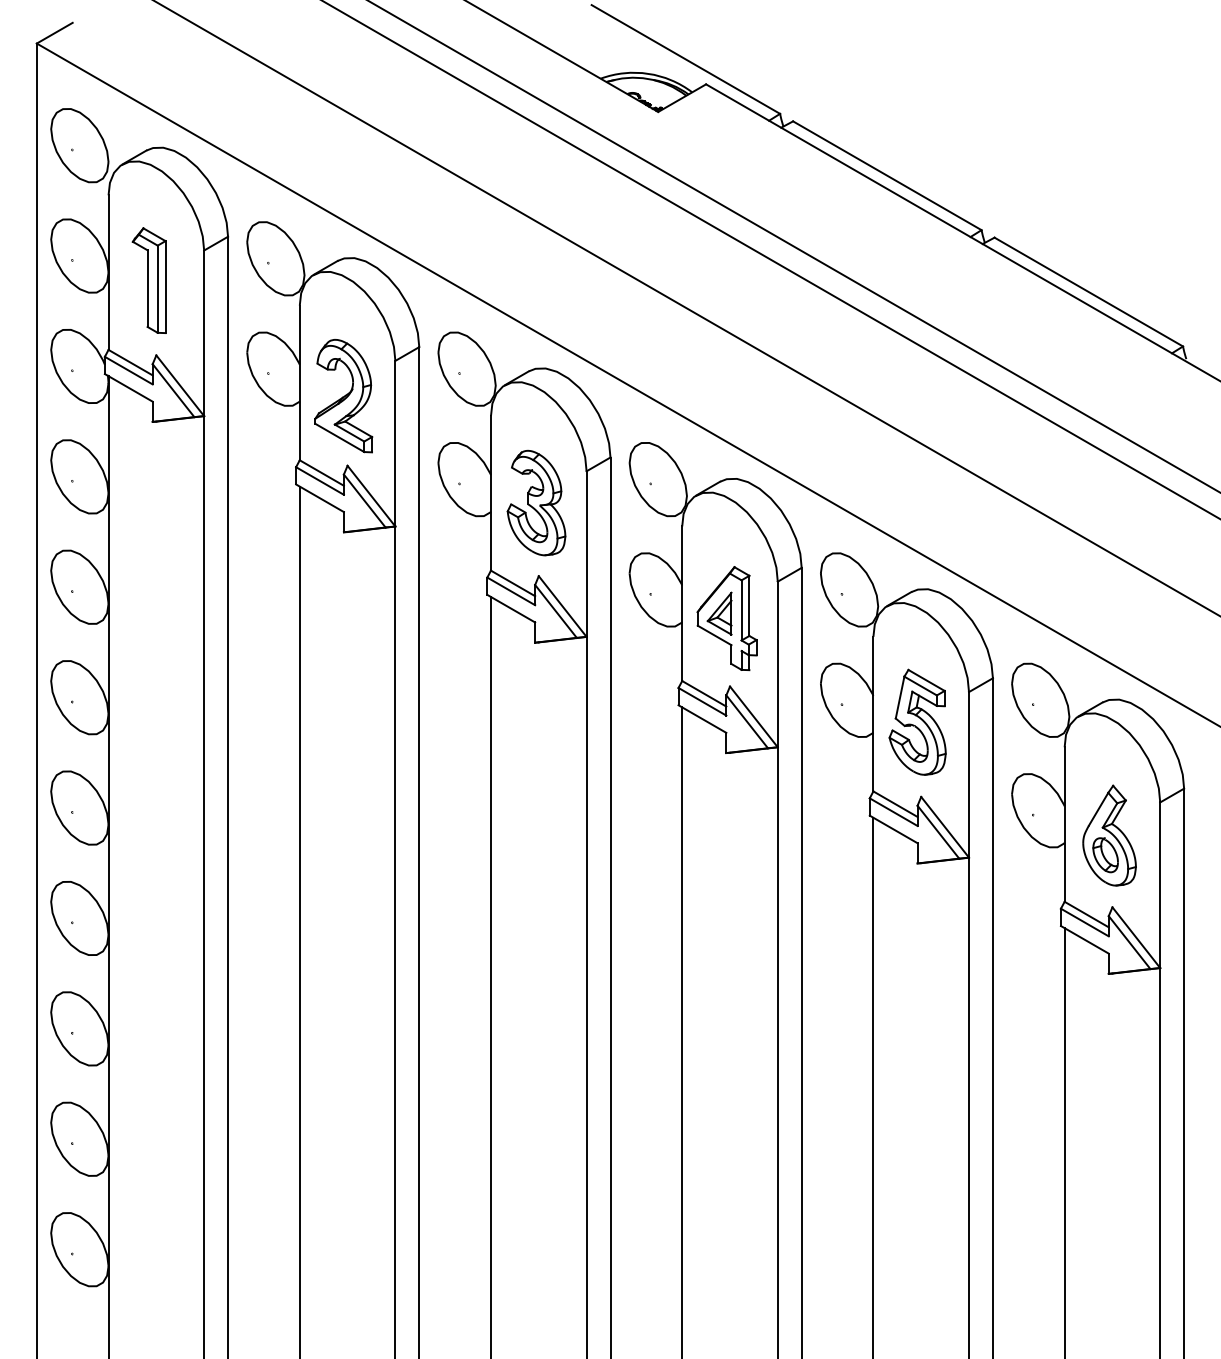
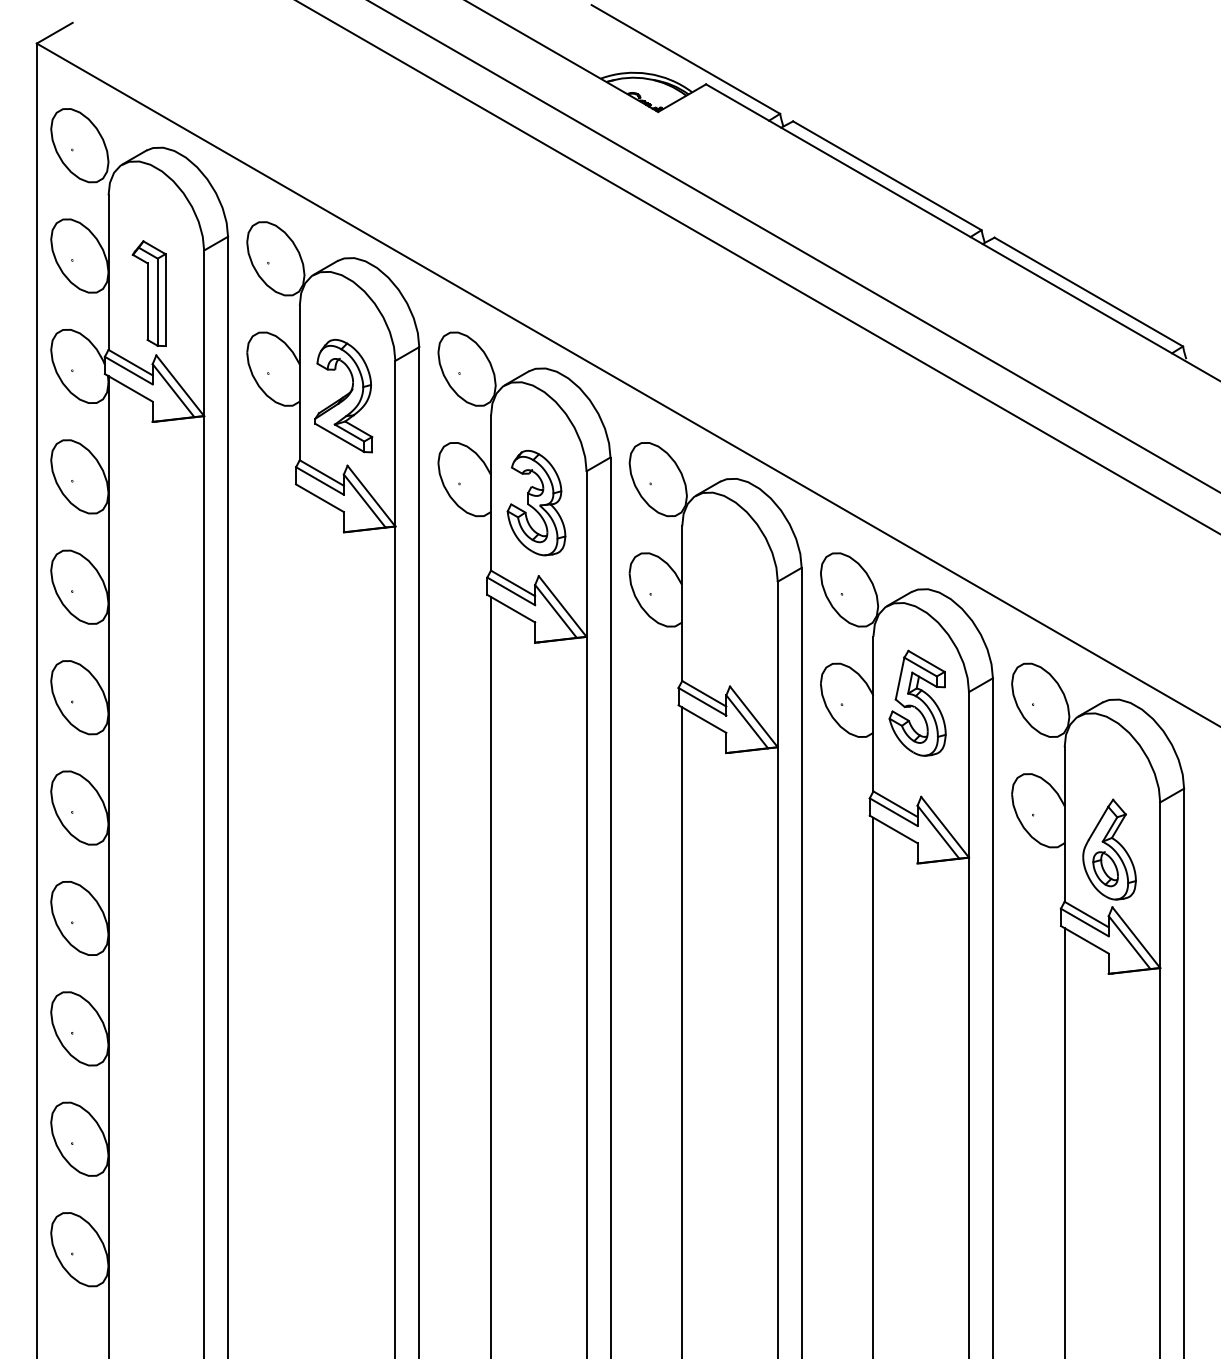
line at (771, 259) position: (771, 259) -> (758, 267)
part at (148, 280) position: (148, 280) -> (148, 293)
line at (686, 308): present -> none
part at (726, 618): present -> none
part at (917, 721) position: (917, 721) -> (917, 702)
part at (1109, 835) position: (1109, 835) -> (1109, 849)
line at (299, 920): present -> none
